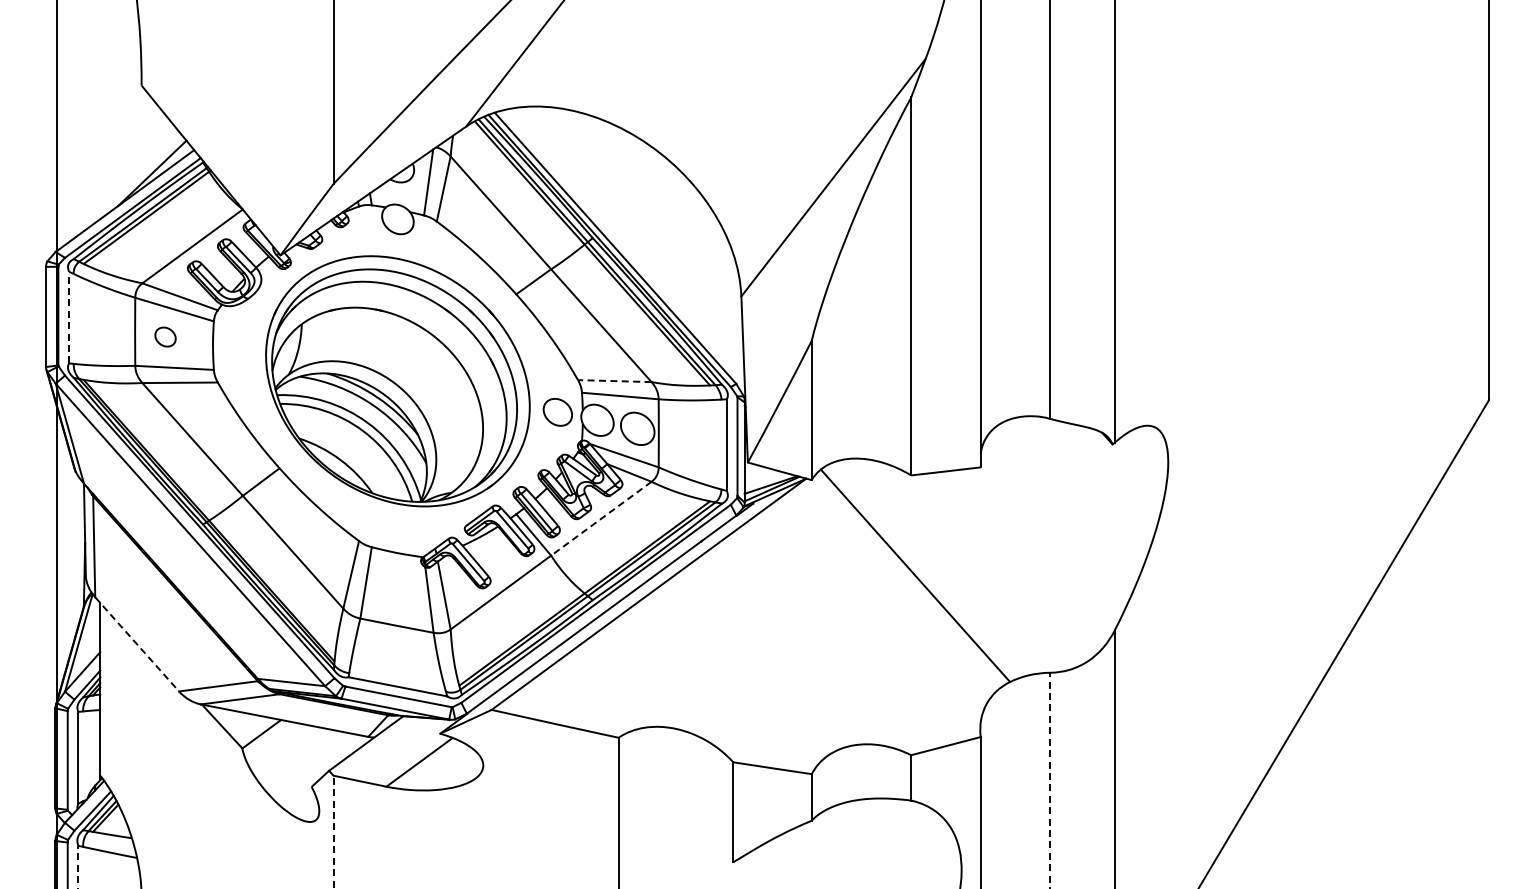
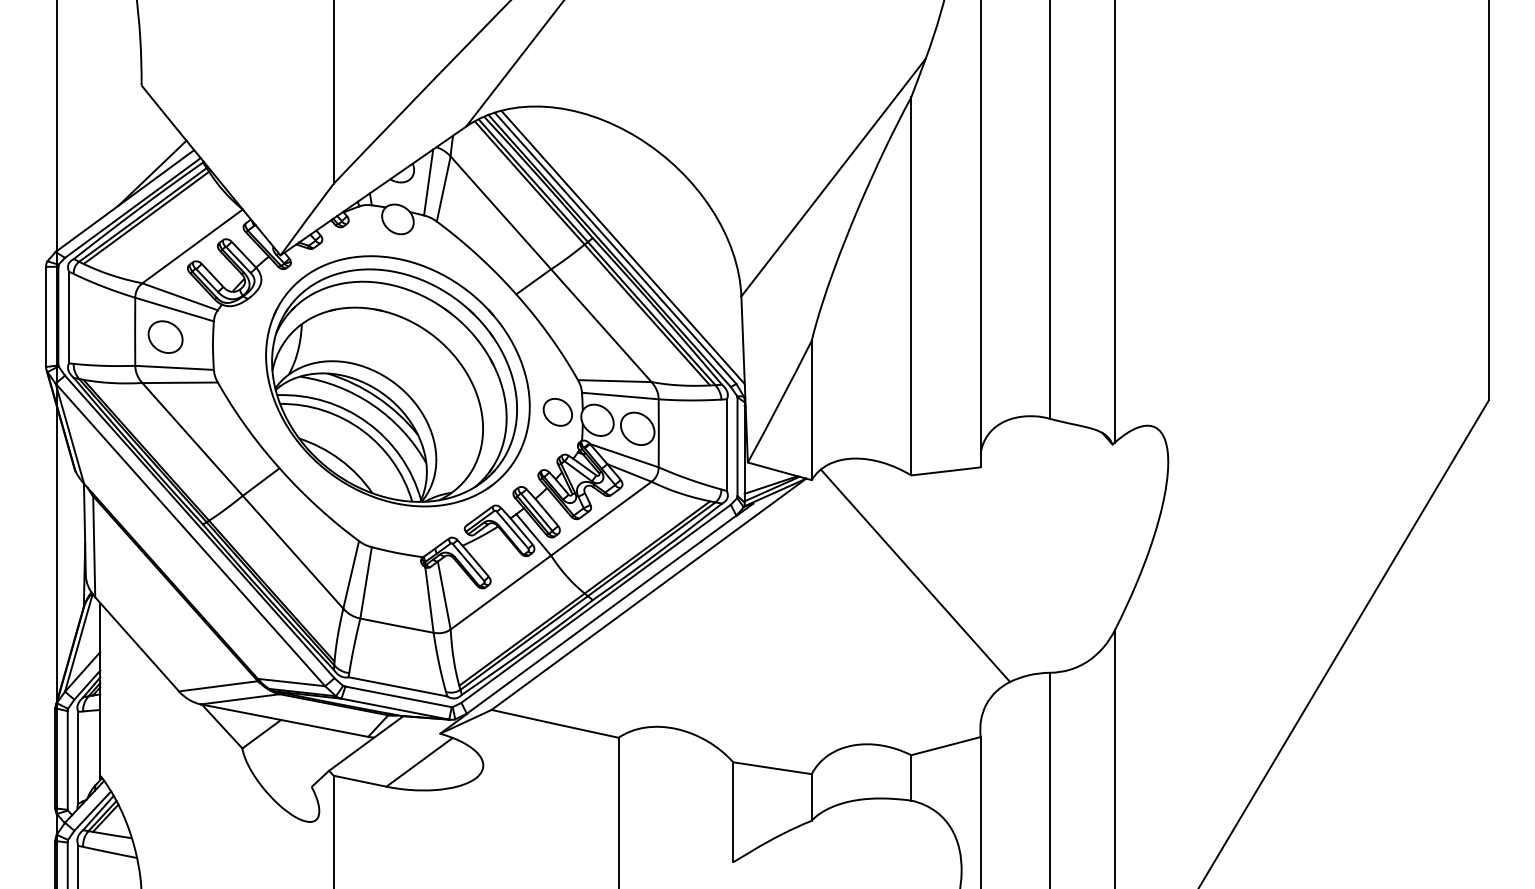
line at (622, 247): none -> present
line at (69, 317): dashed -> solid
part at (165, 336) size: 23x22 px -> 37x34 px
line at (614, 381): dashed -> solid
line at (600, 519): dashed -> solid
line at (137, 644): dashed -> solid
line at (1049, 780): dashed -> solid
line at (333, 831): dashed -> solid
line at (78, 866): dashed -> solid
